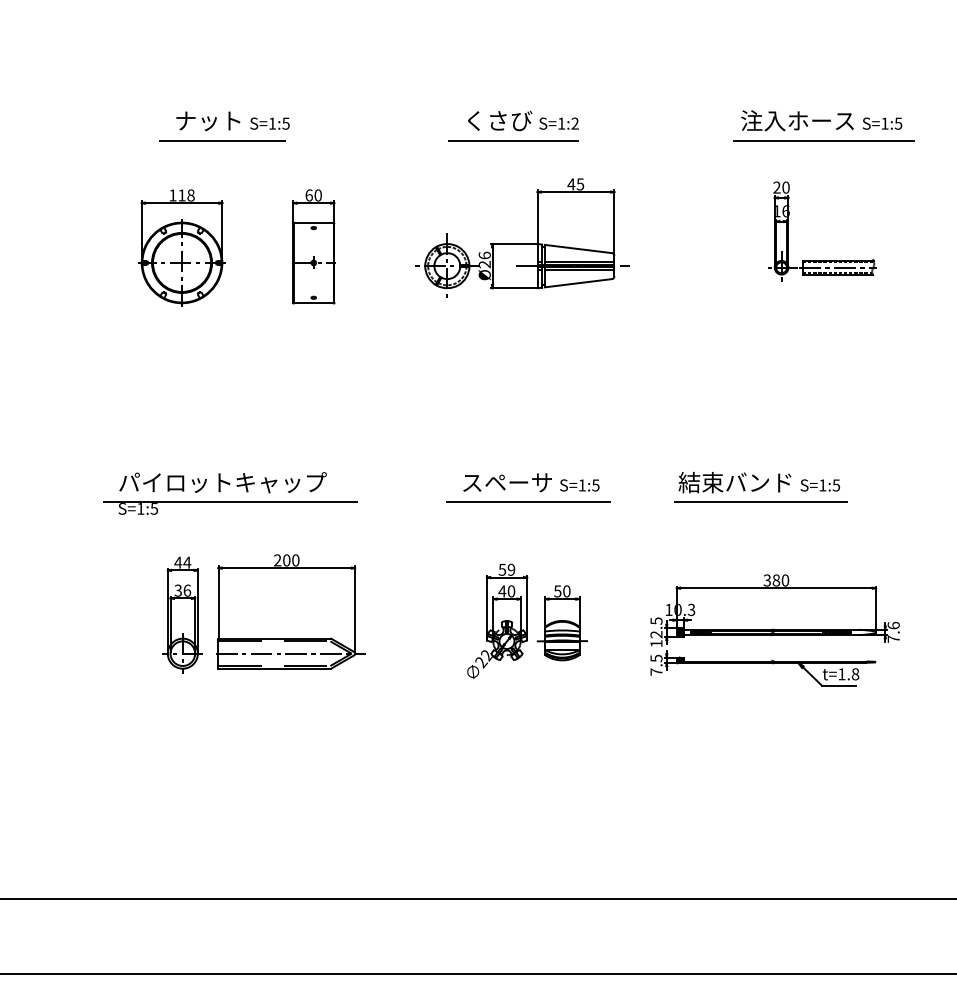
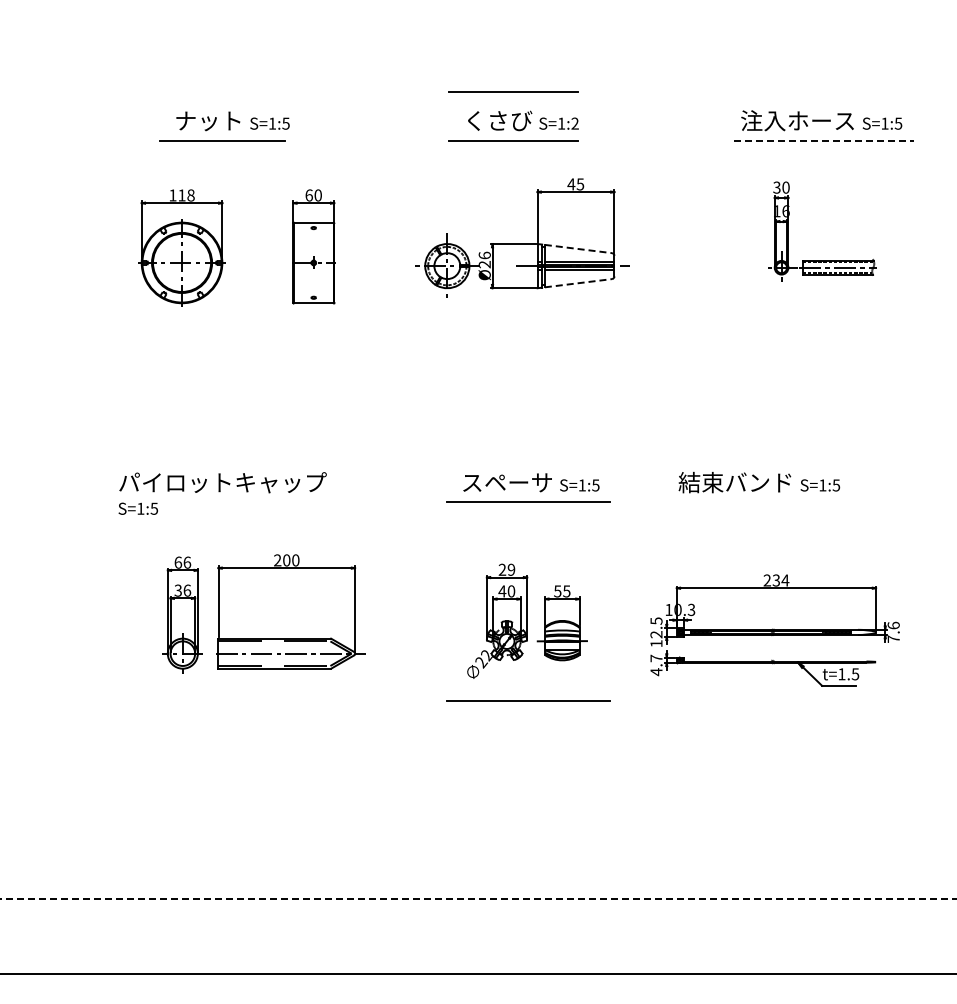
line at (513, 91): none -> present
line at (824, 140): solid -> dashed
text at (776, 187): 20 -> 30
line at (578, 249): solid -> dashed
line at (578, 283): solid -> dashed
line at (230, 502): present -> none
line at (760, 502): present -> none
text at (182, 562): 44 -> 66
text at (502, 569): 59 -> 29
text at (776, 580): 380 -> 234
text at (566, 591): 50 -> 55
text at (656, 665): 7.5 -> 4.7
text at (855, 674): t=1.8 -> t=1.5
line at (528, 700): none -> present
line at (478, 898): solid -> dashed
